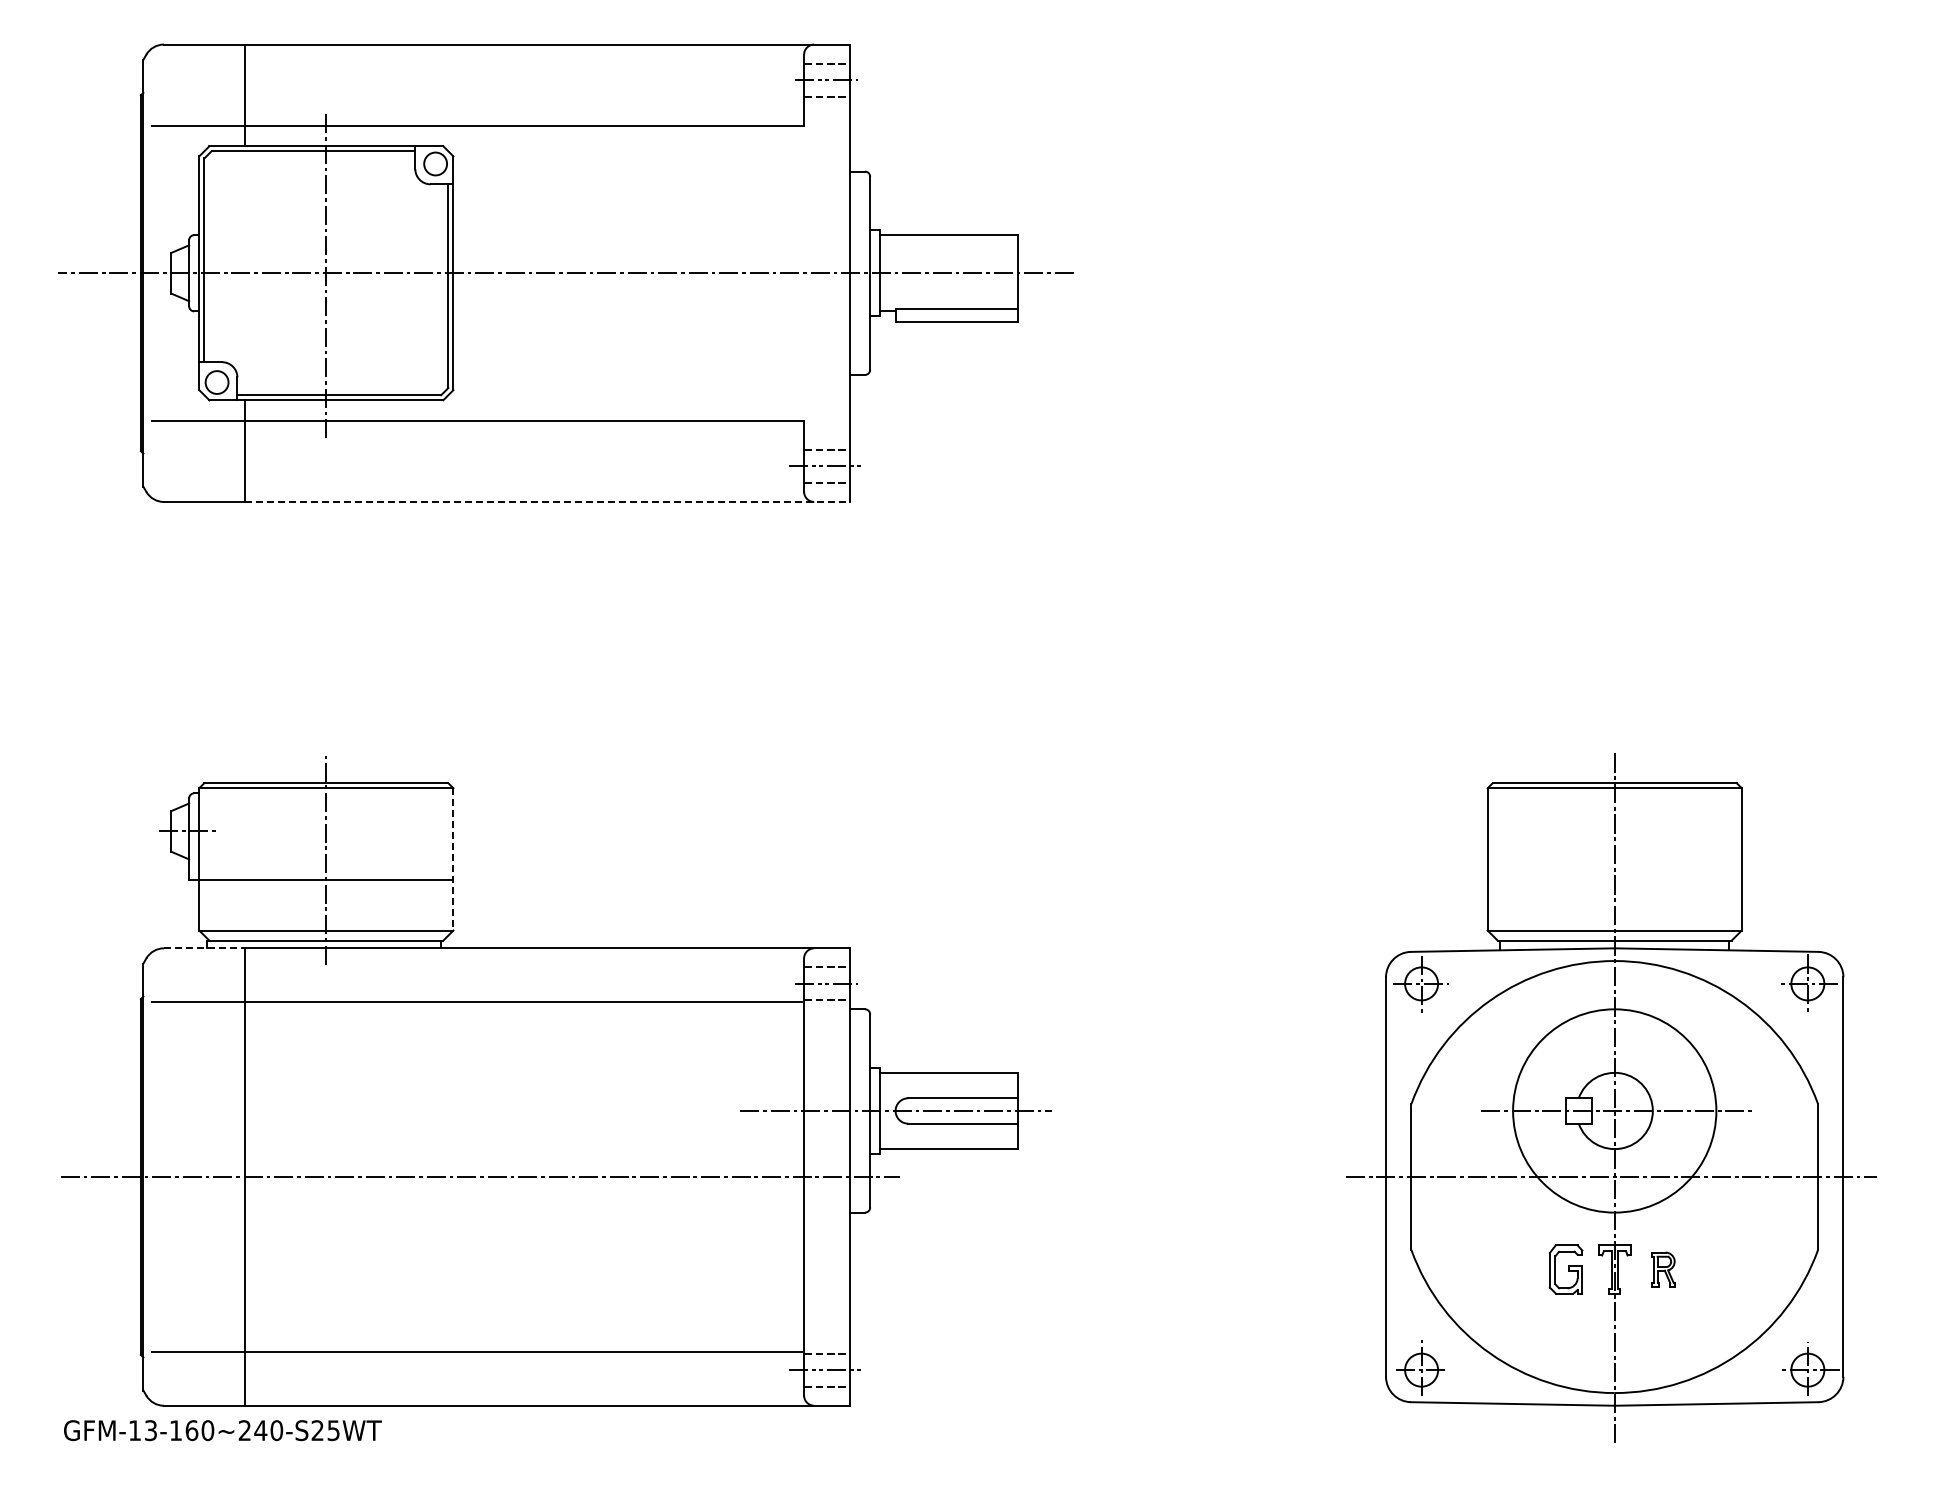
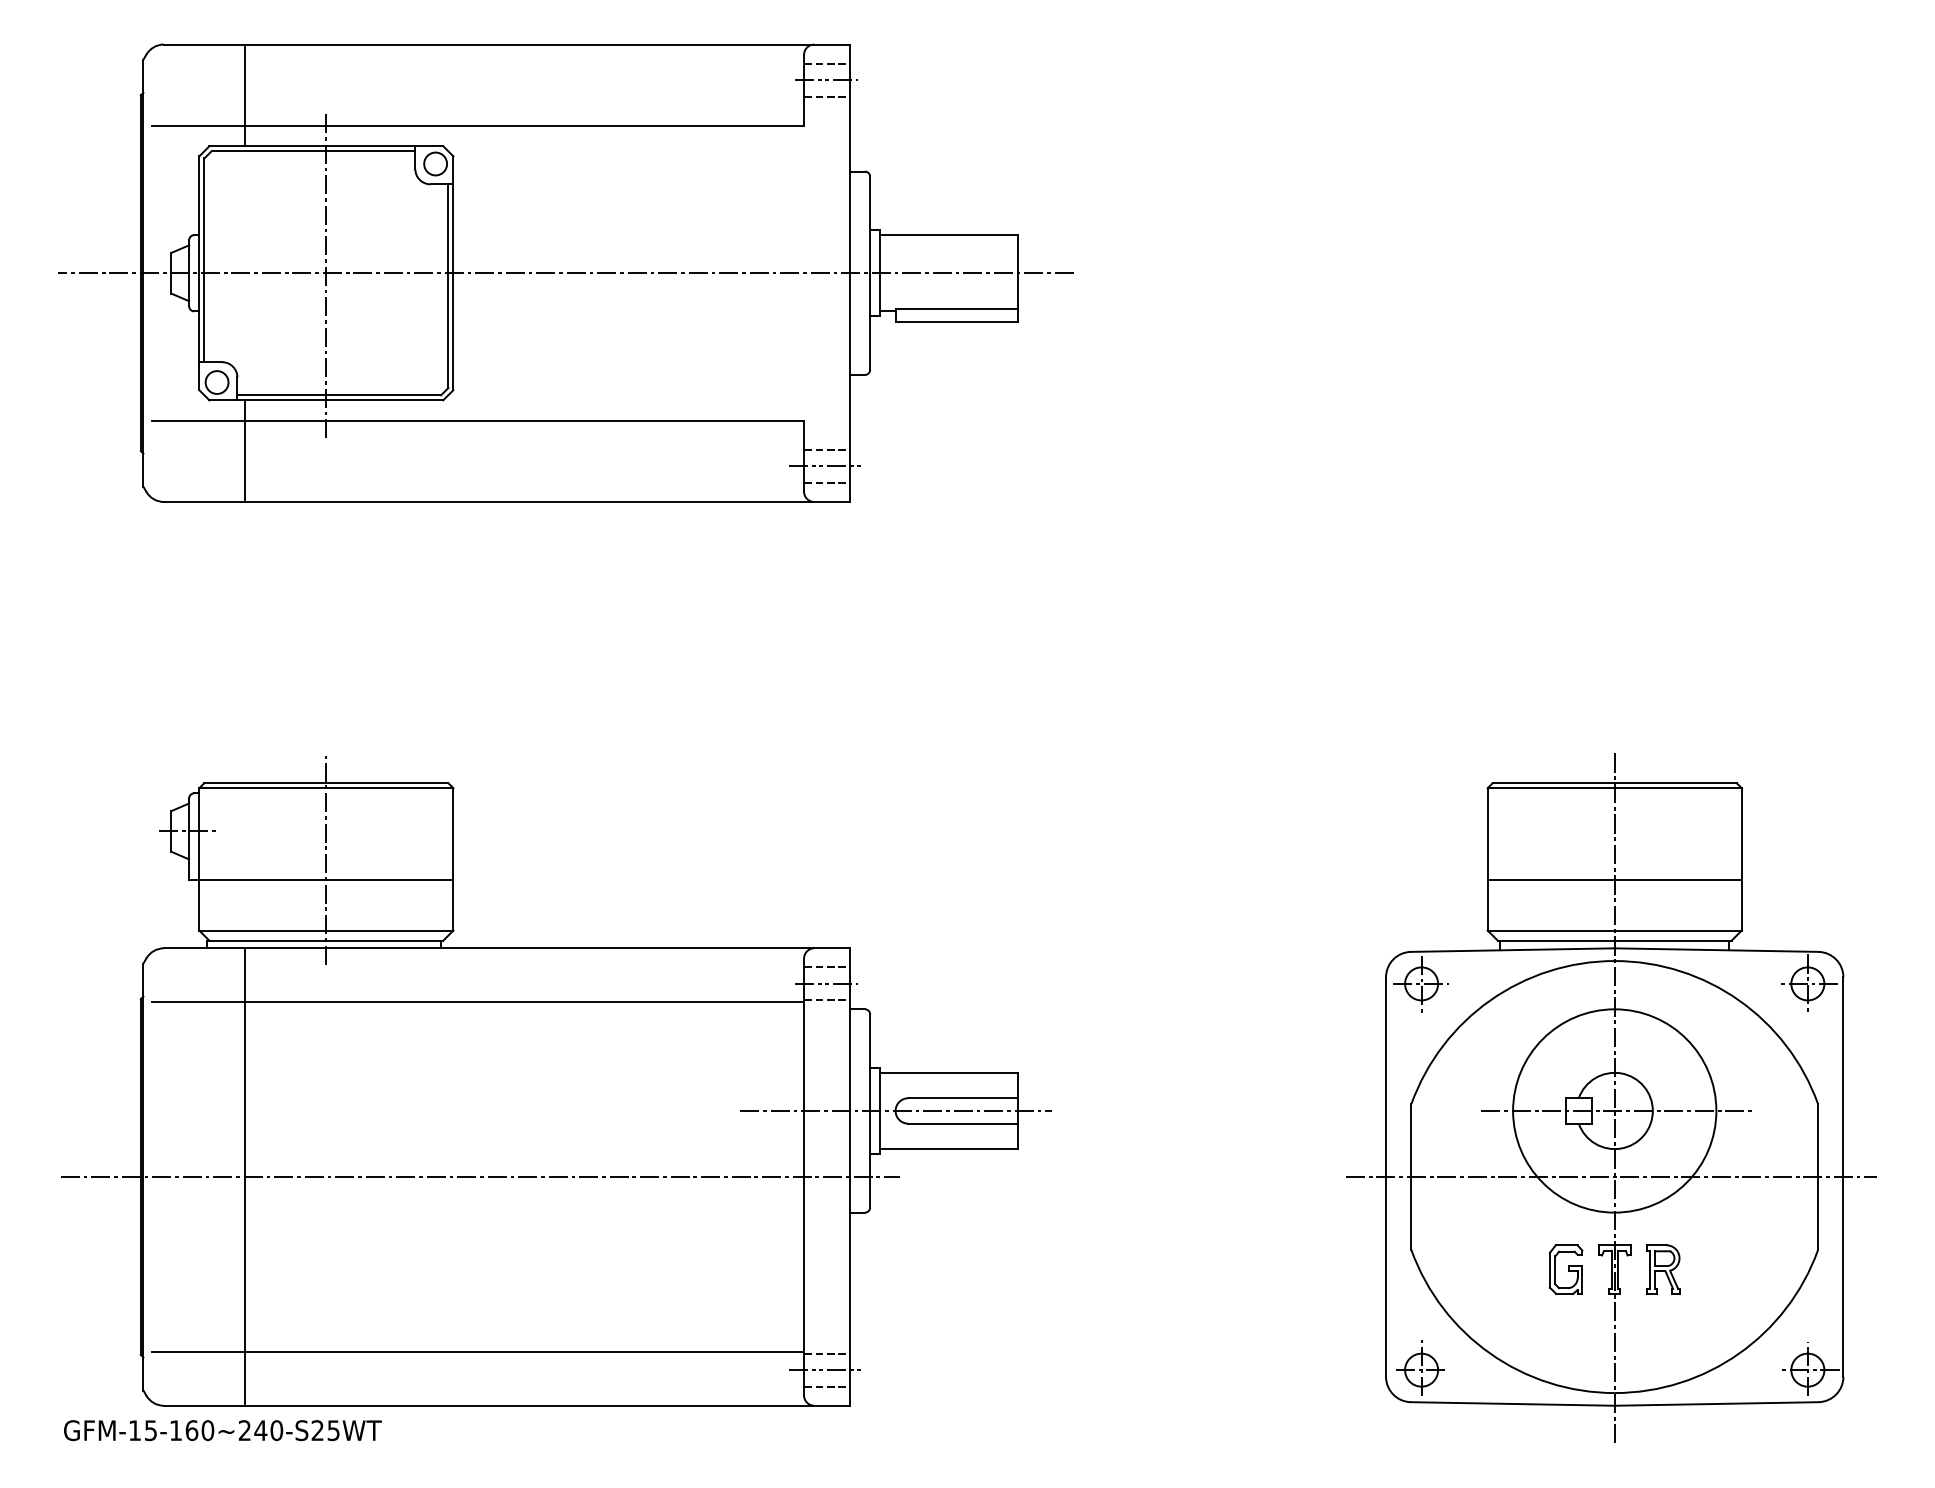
line at (547, 501): dashed -> solid
line at (453, 859): dashed -> solid
line at (1614, 879): none -> present
line at (204, 948): dashed -> solid
part at (1663, 1269) size: 25x37 px -> 35x51 px
text at (150, 1430): GFM-13-160~240-S25WT -> GFM-15-160~240-S25WT
